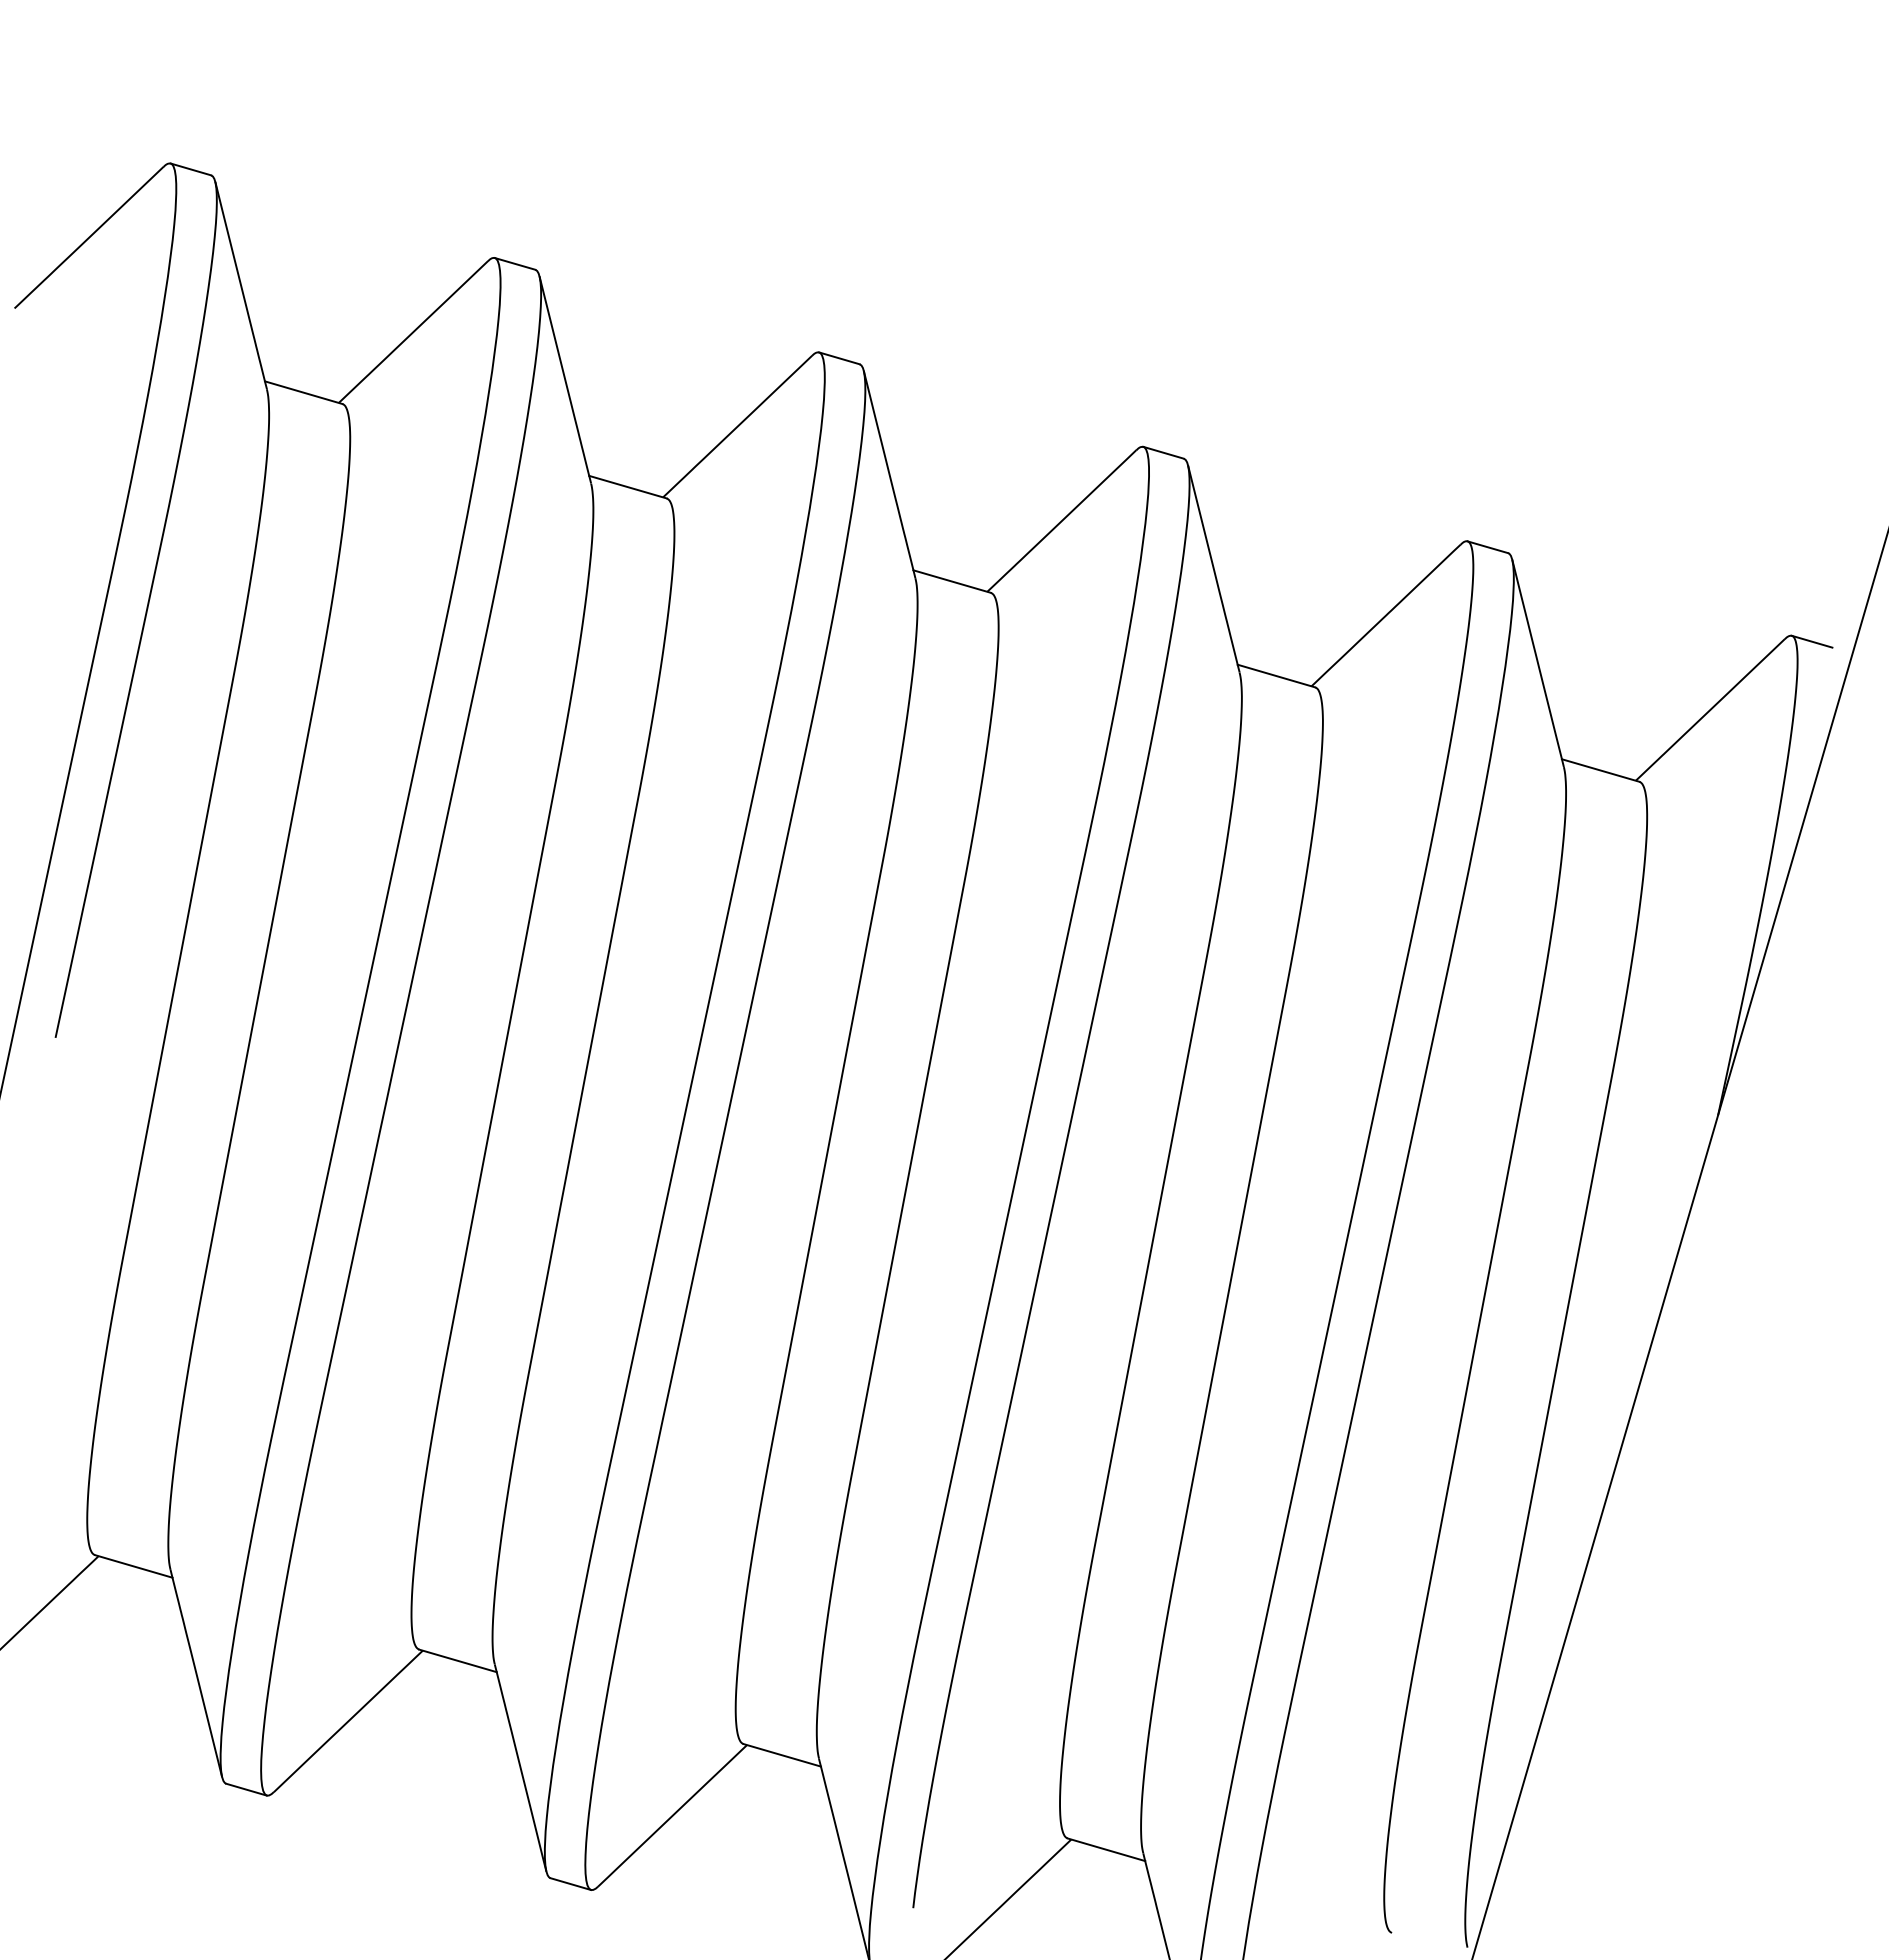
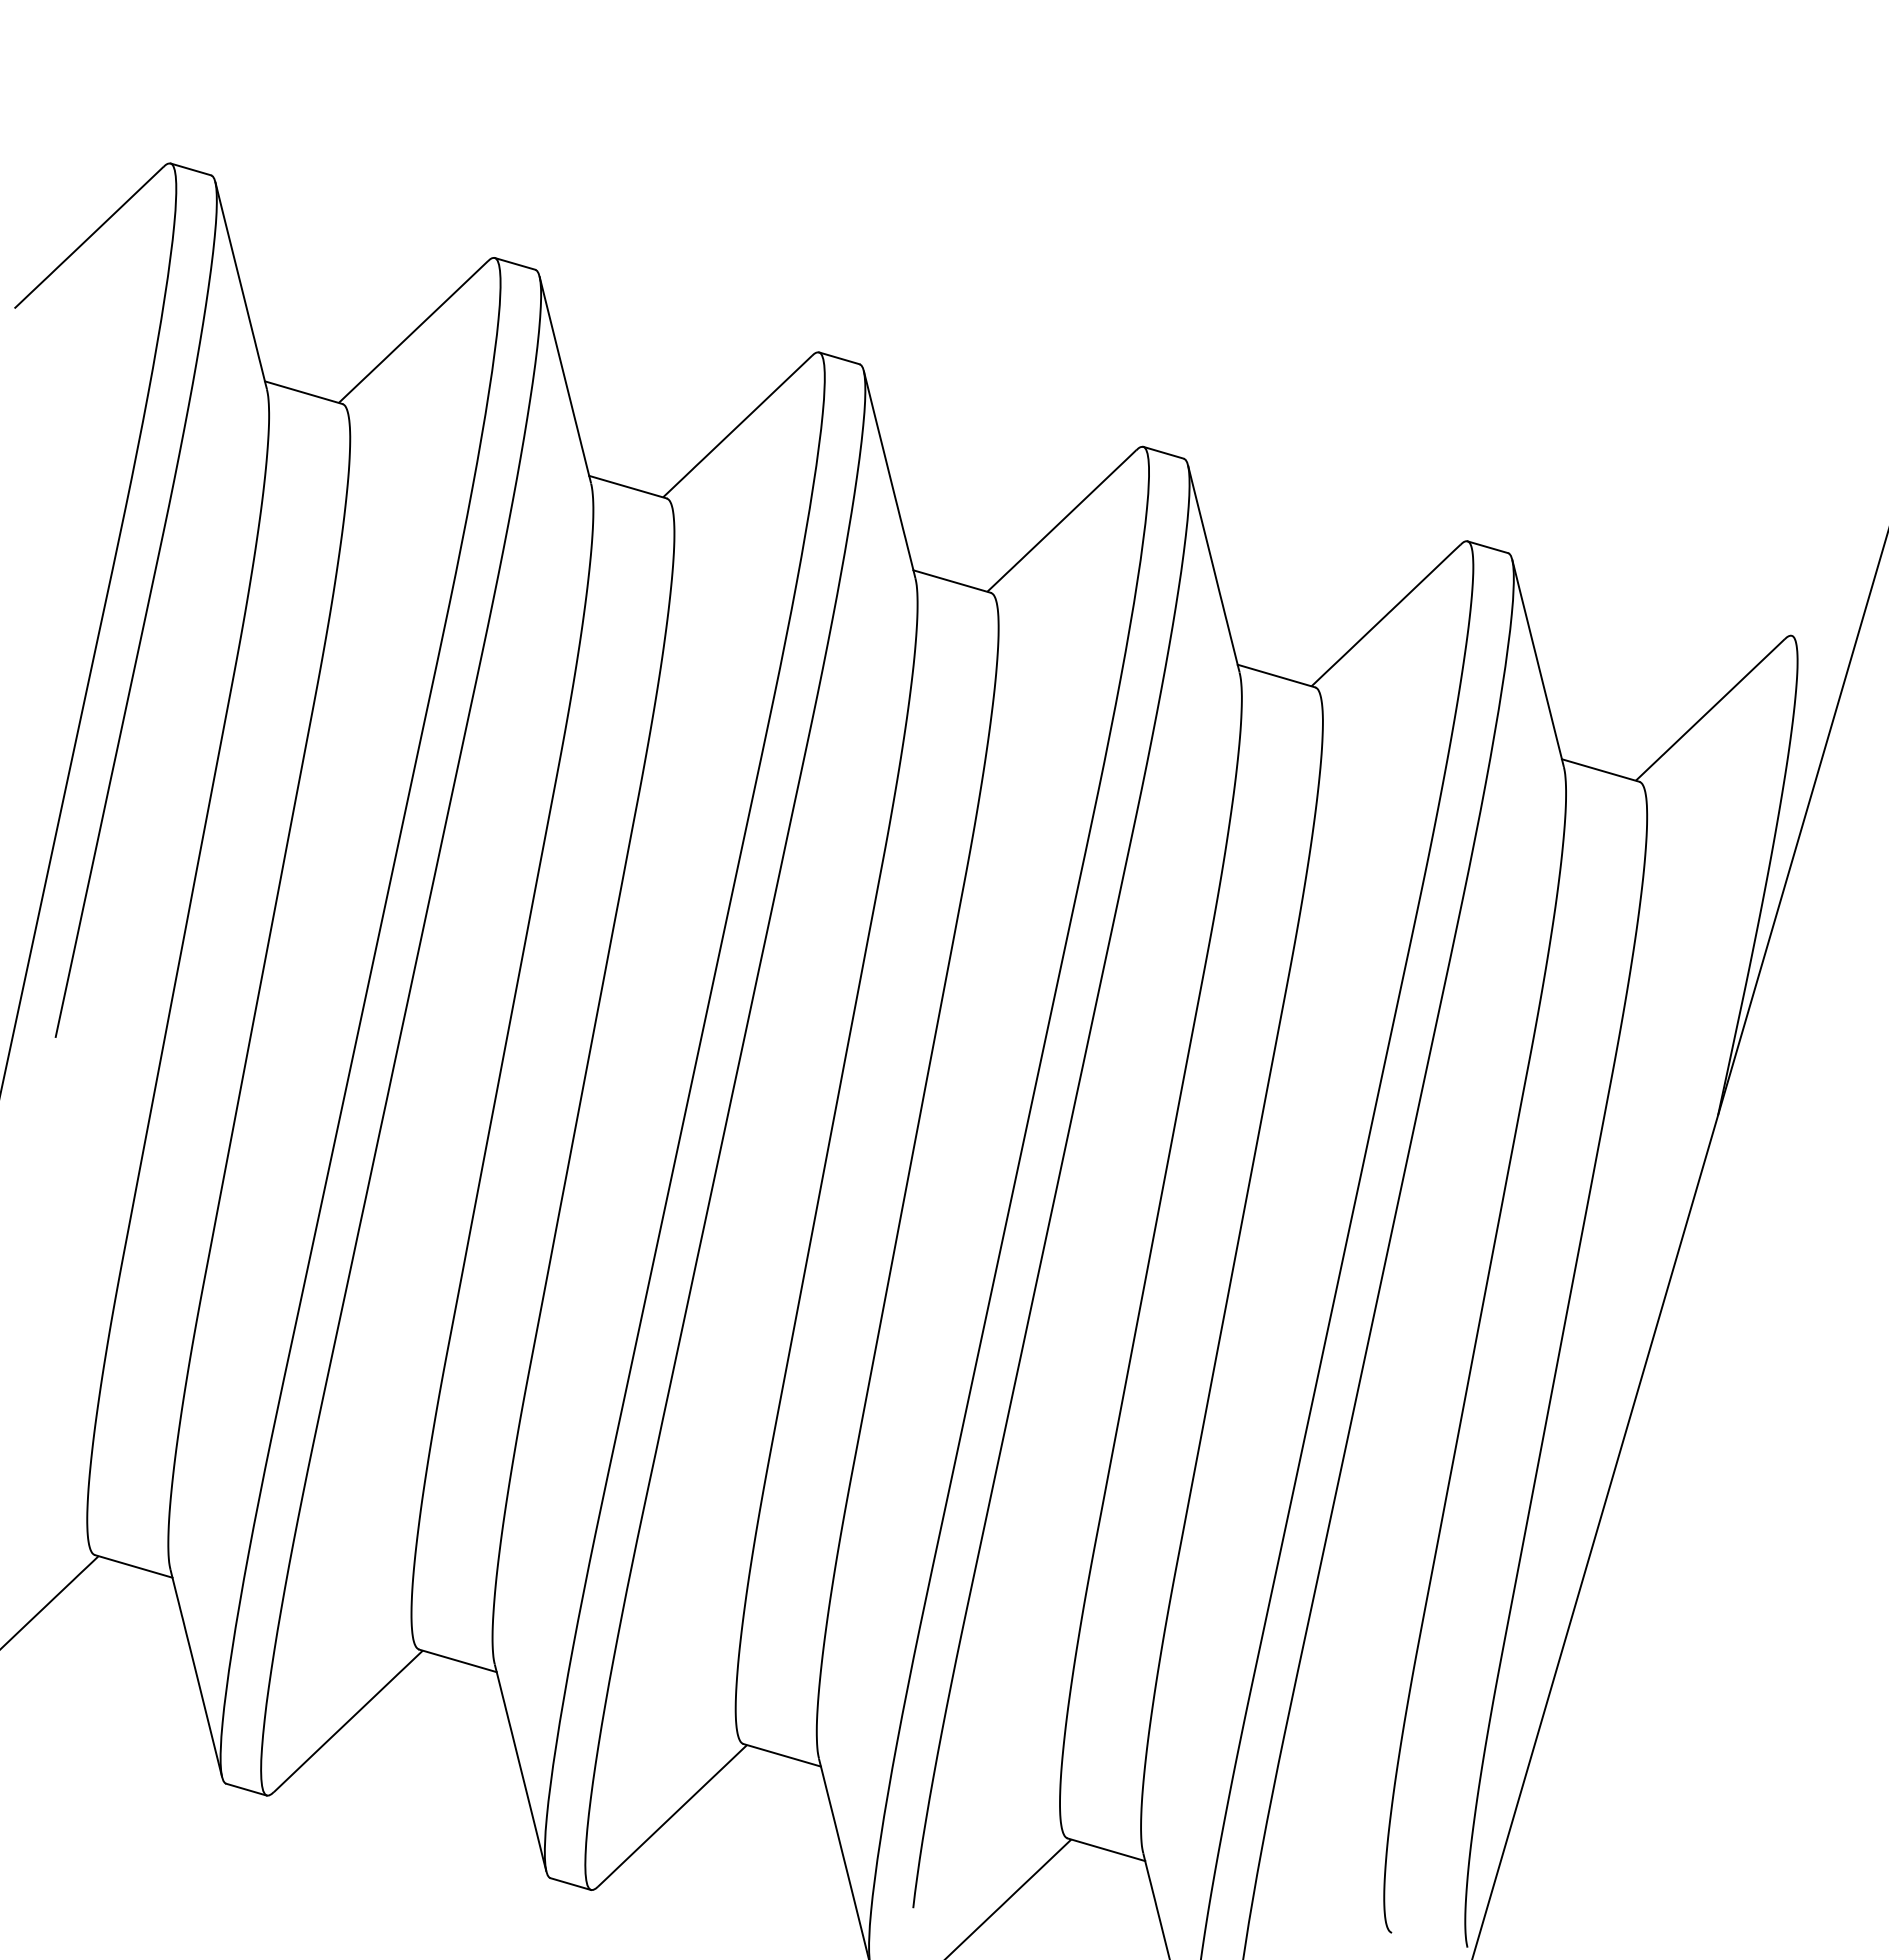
line at (1811, 641): present -> none
